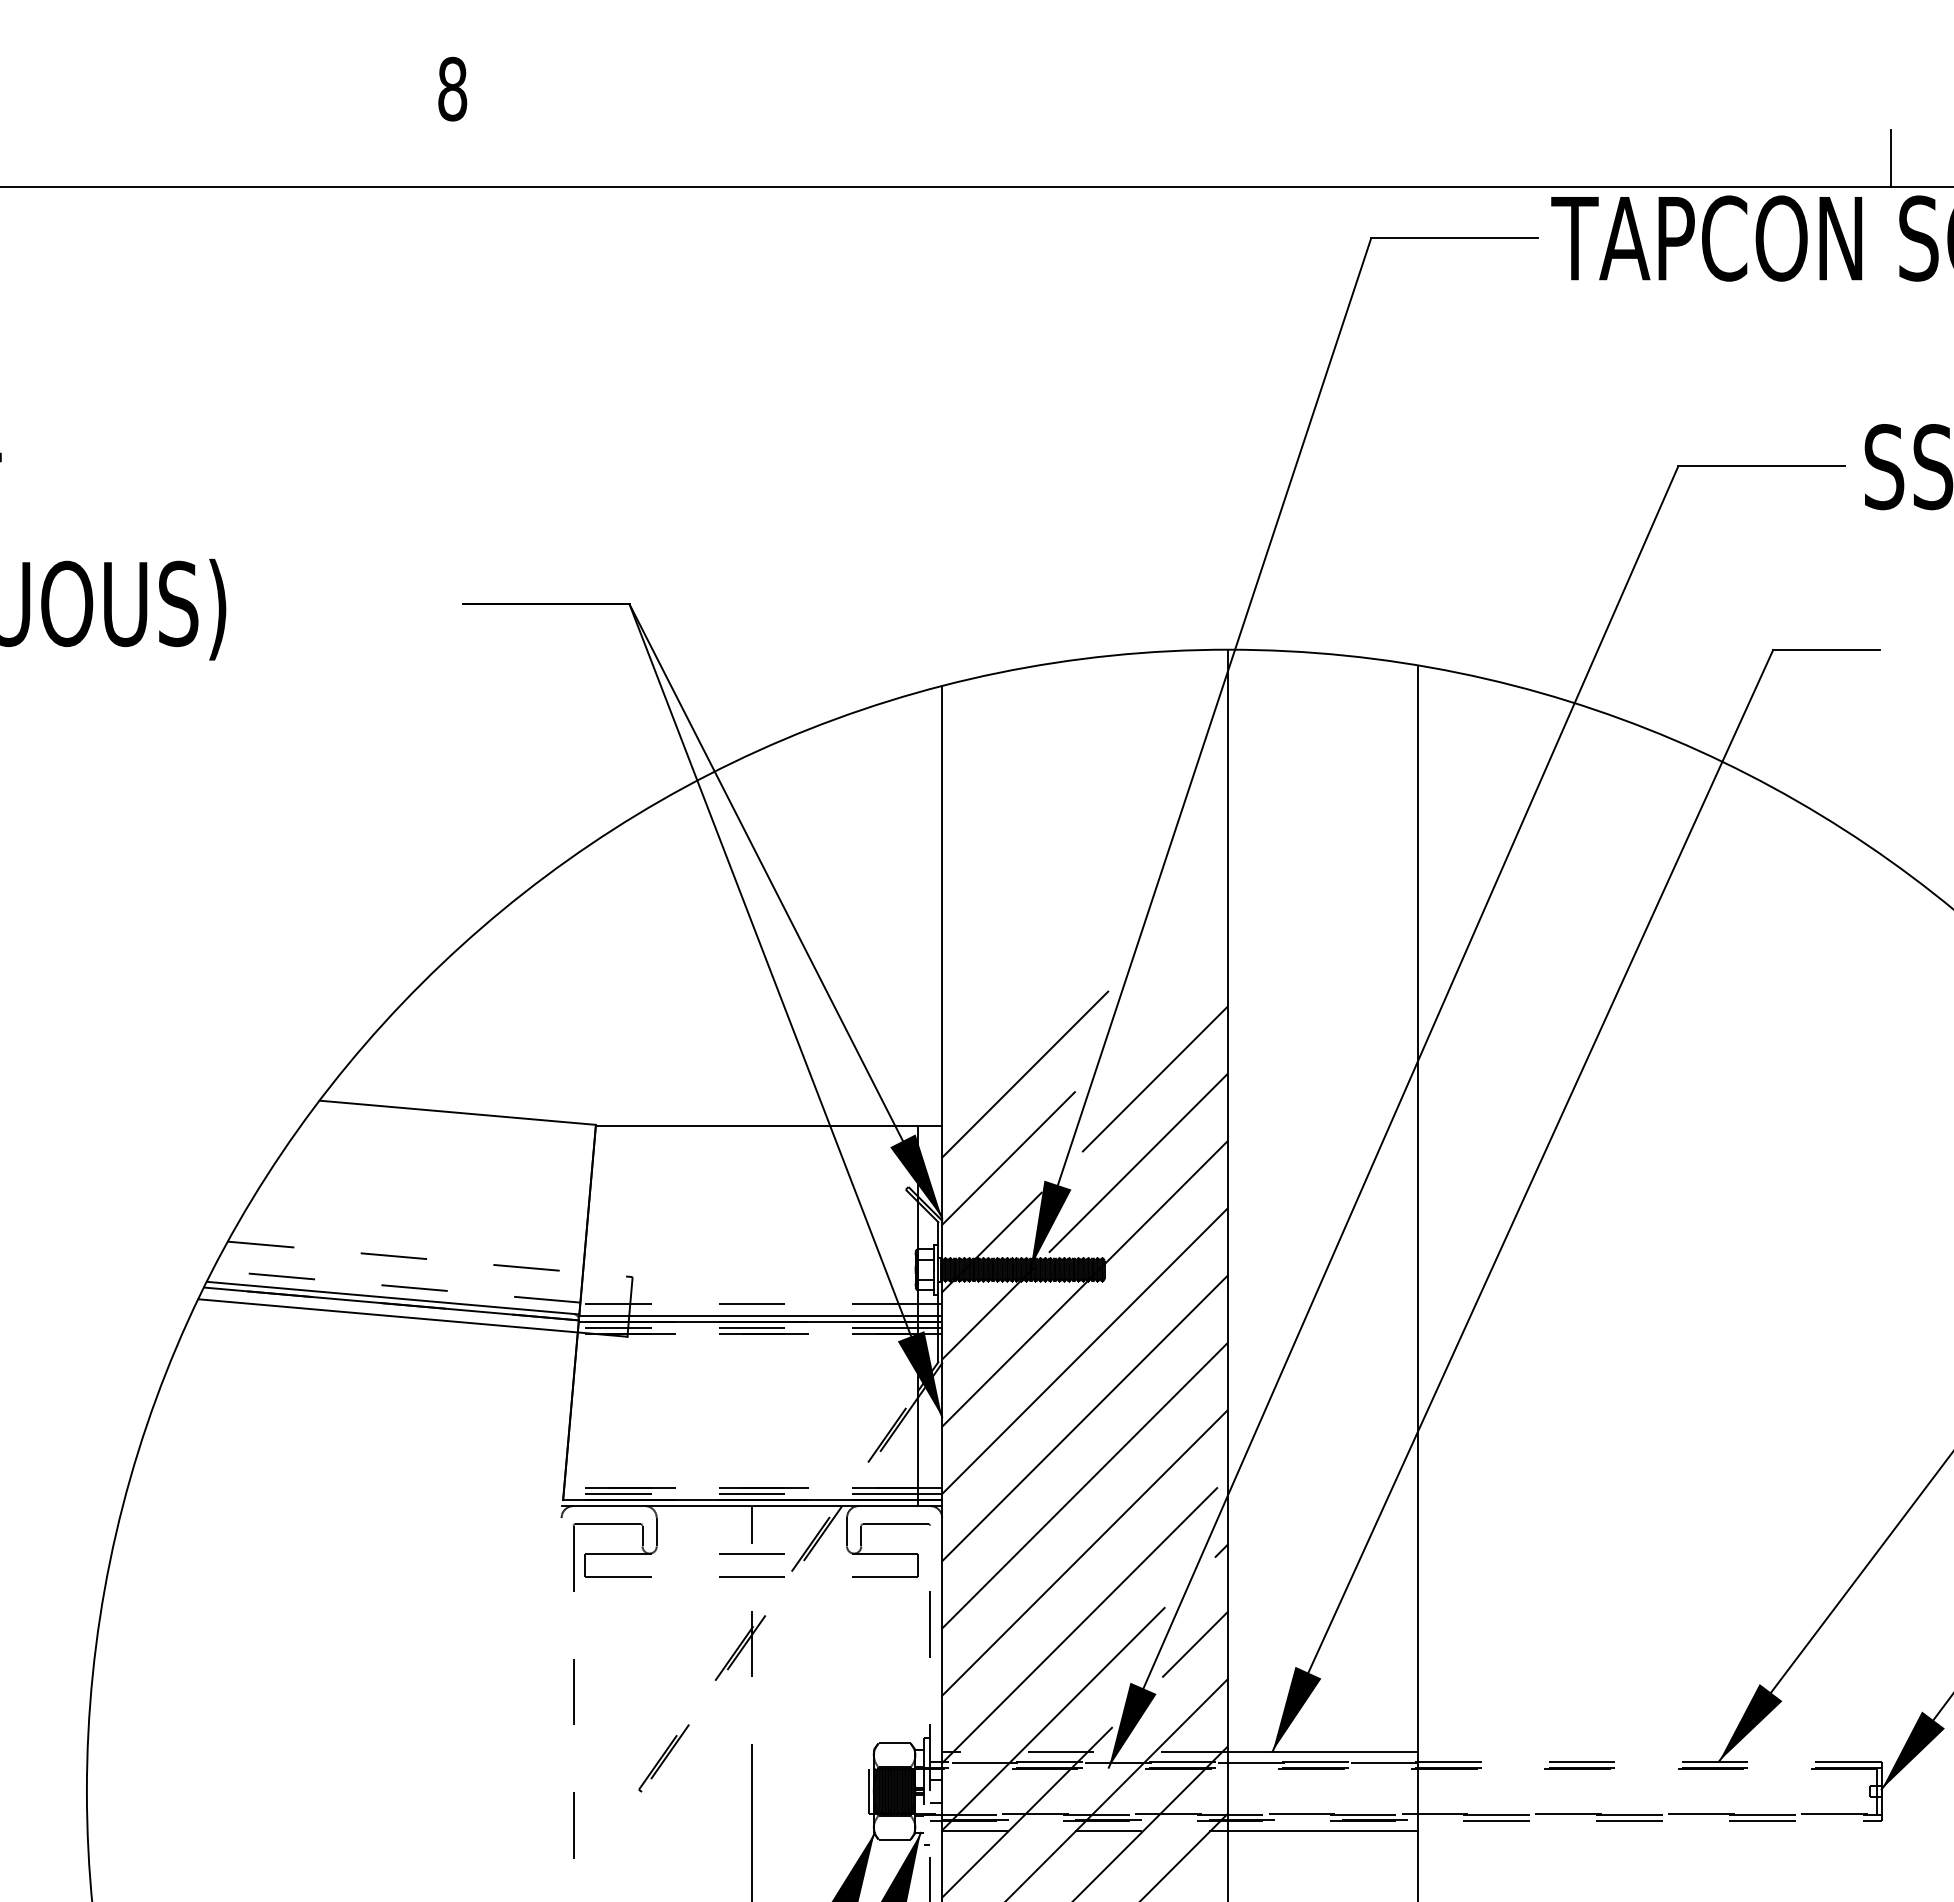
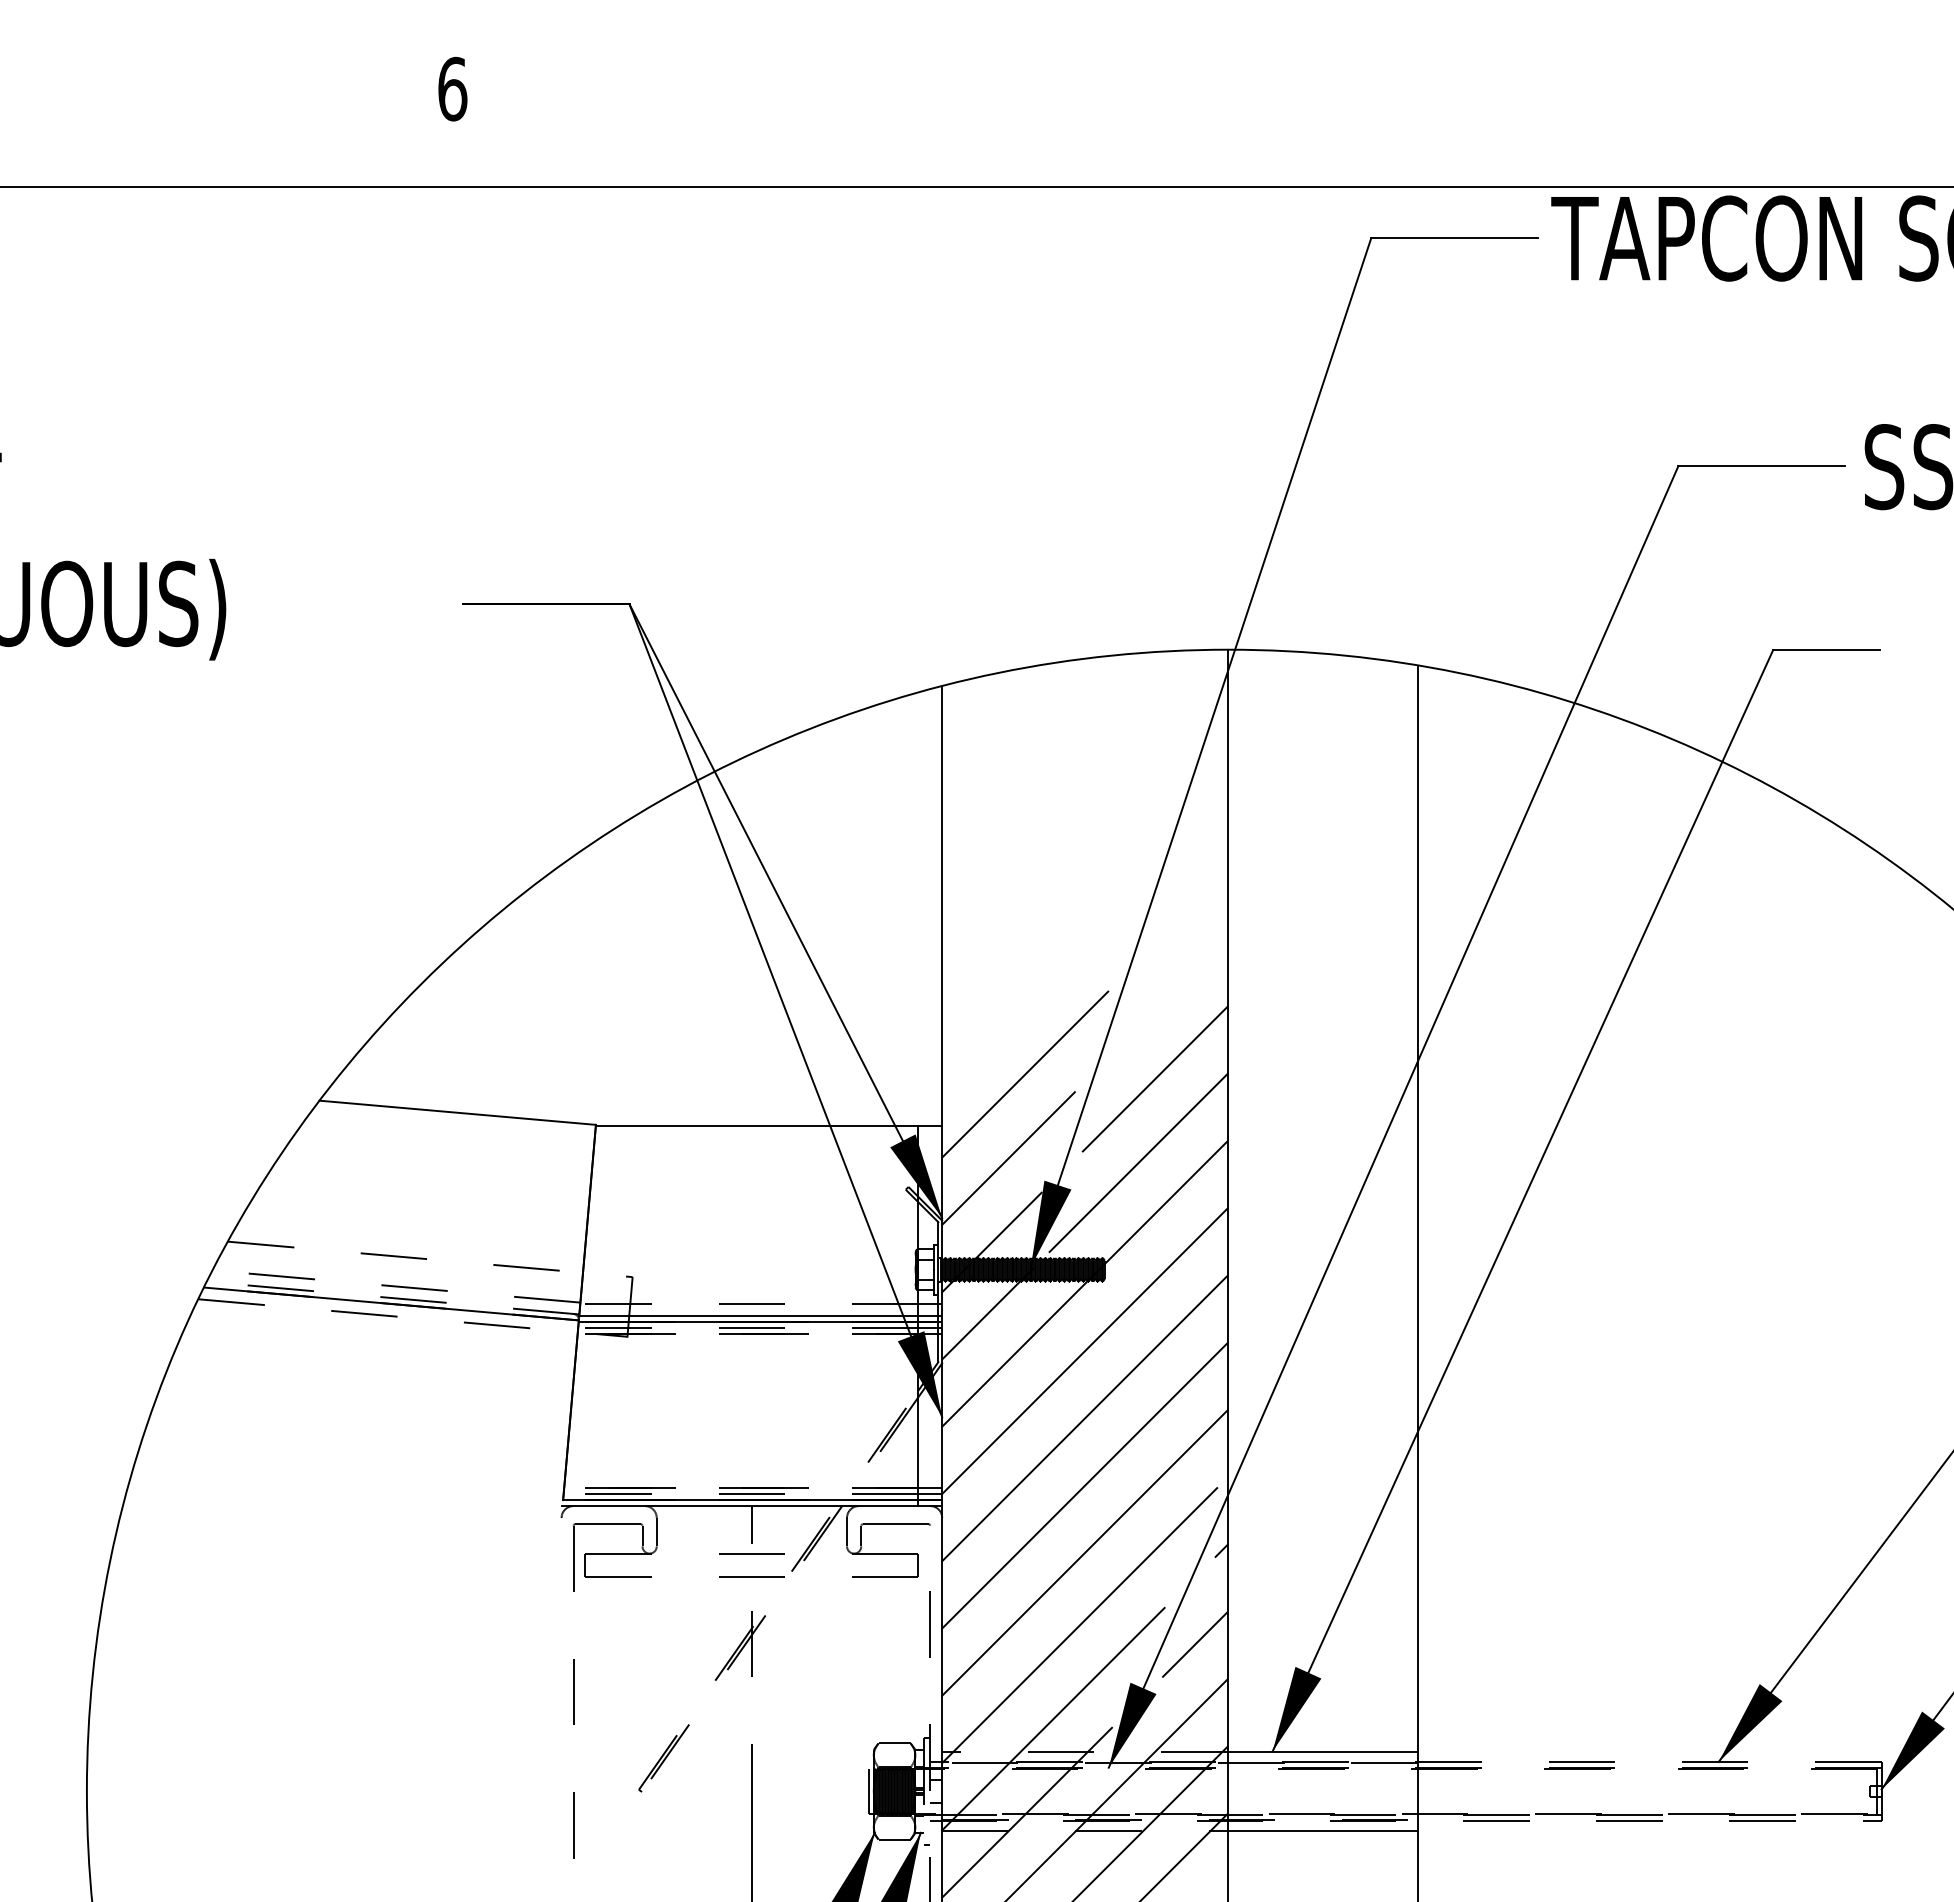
text at (452, 88): 8 -> 6
line at (1891, 158): present -> none
line at (393, 1298): solid -> dashed
line at (413, 1318): solid -> dashed
